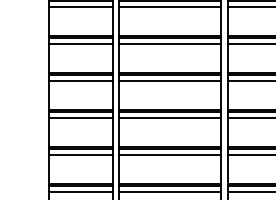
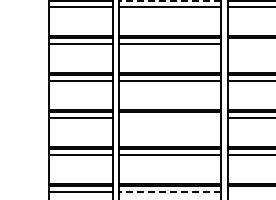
line at (170, 0): solid -> dashed
line at (249, 44): present -> none
line at (170, 118): present -> none
line at (170, 192): solid -> dashed
line at (249, 192): present -> none
